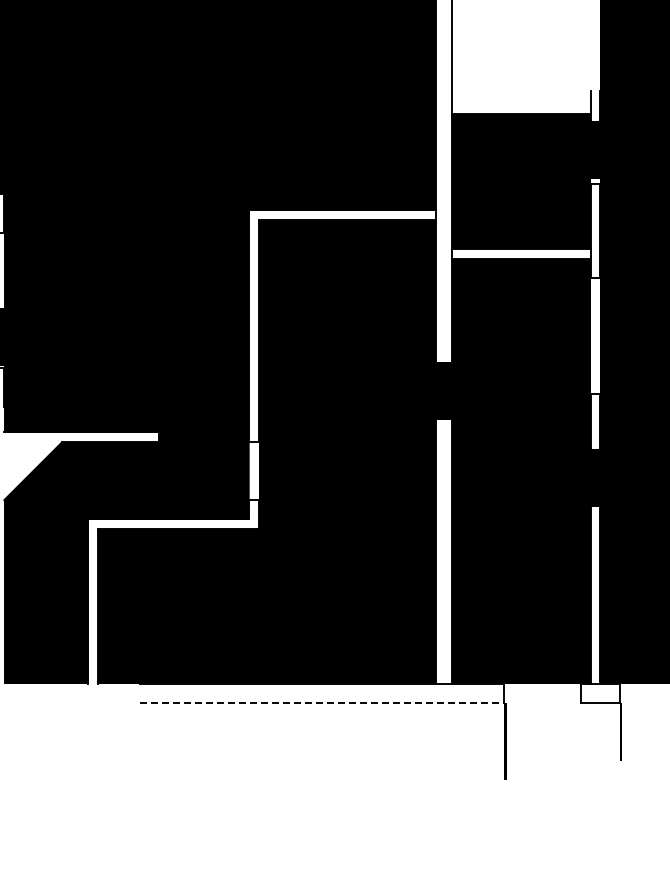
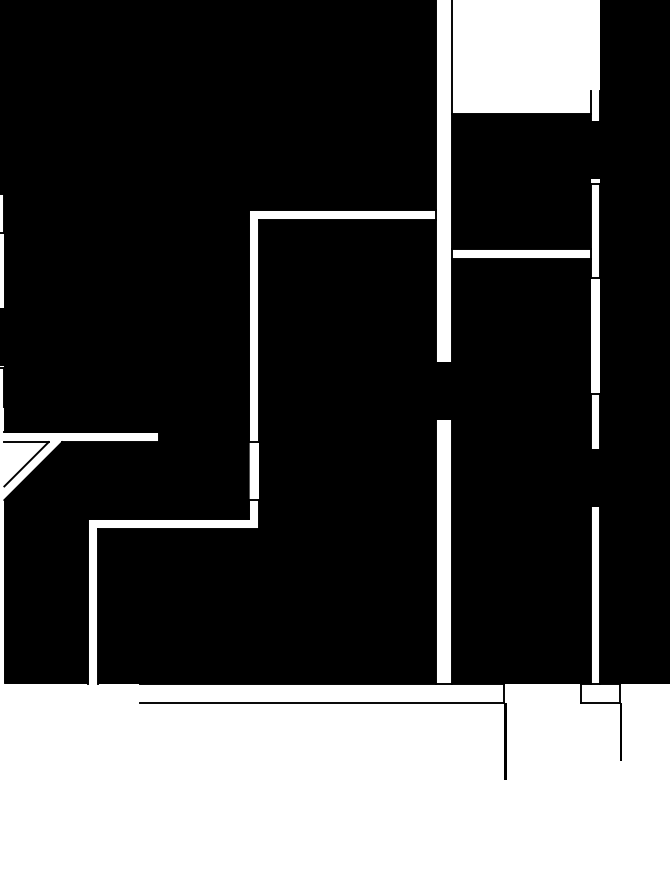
part at (26, 464): none -> present
line at (322, 703): dashed -> solid
